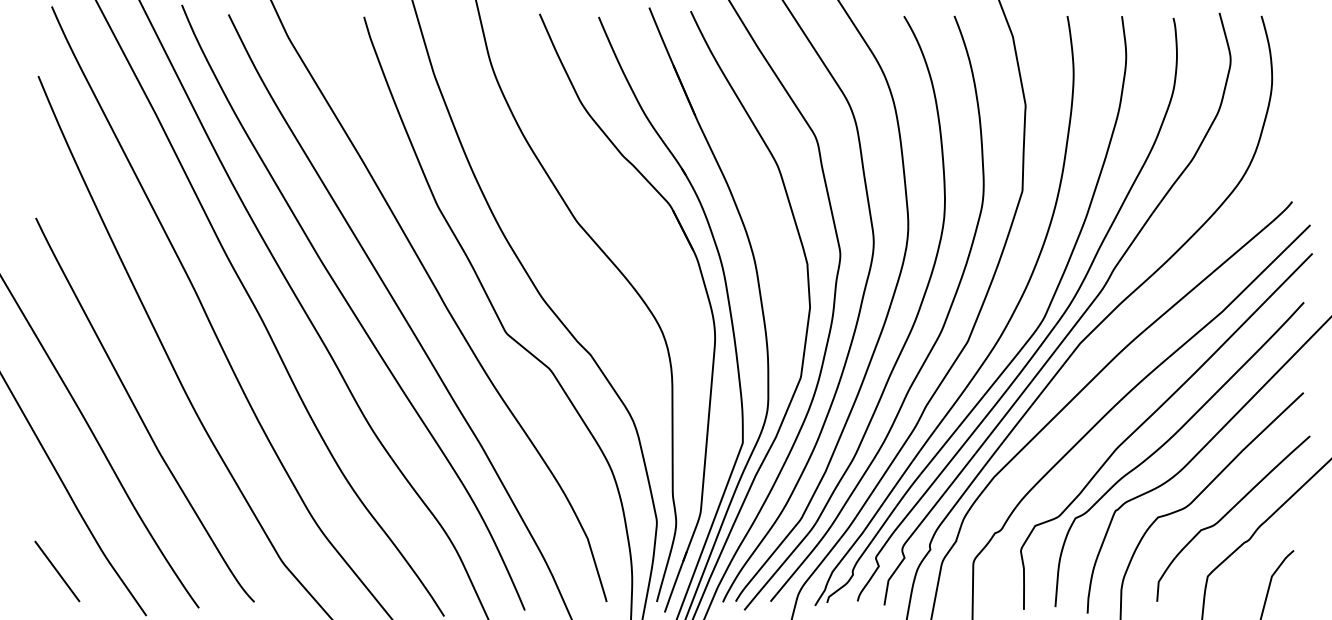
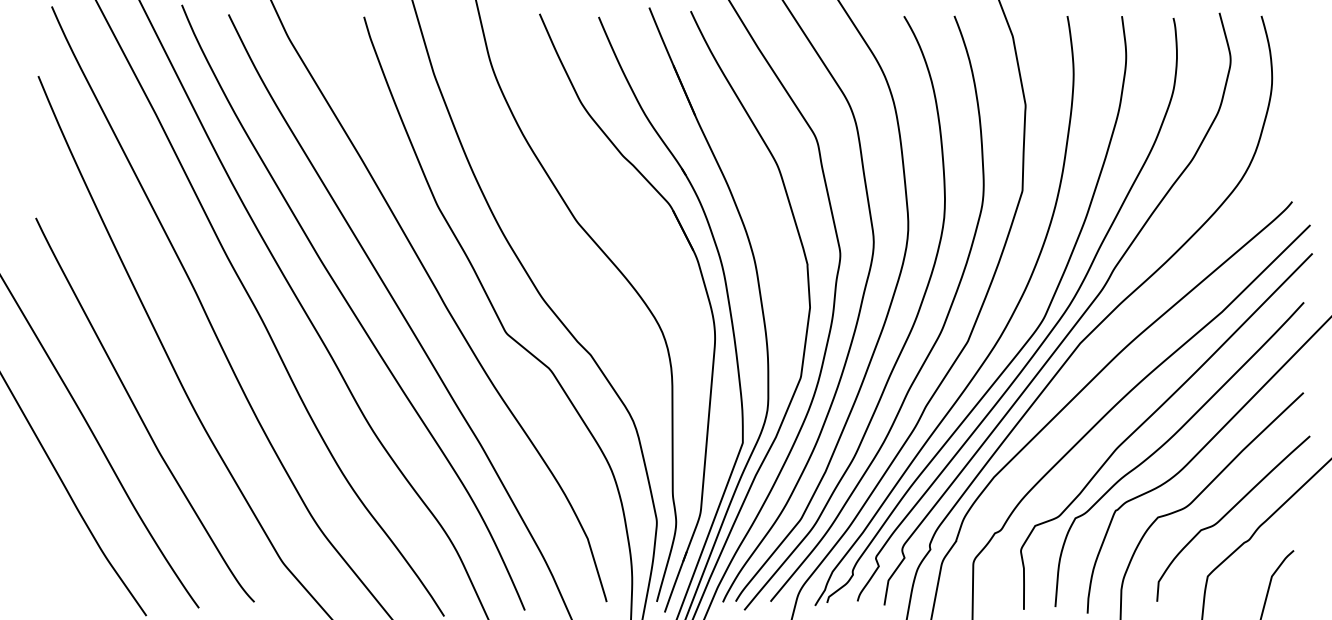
line at (57, 571): present -> none
